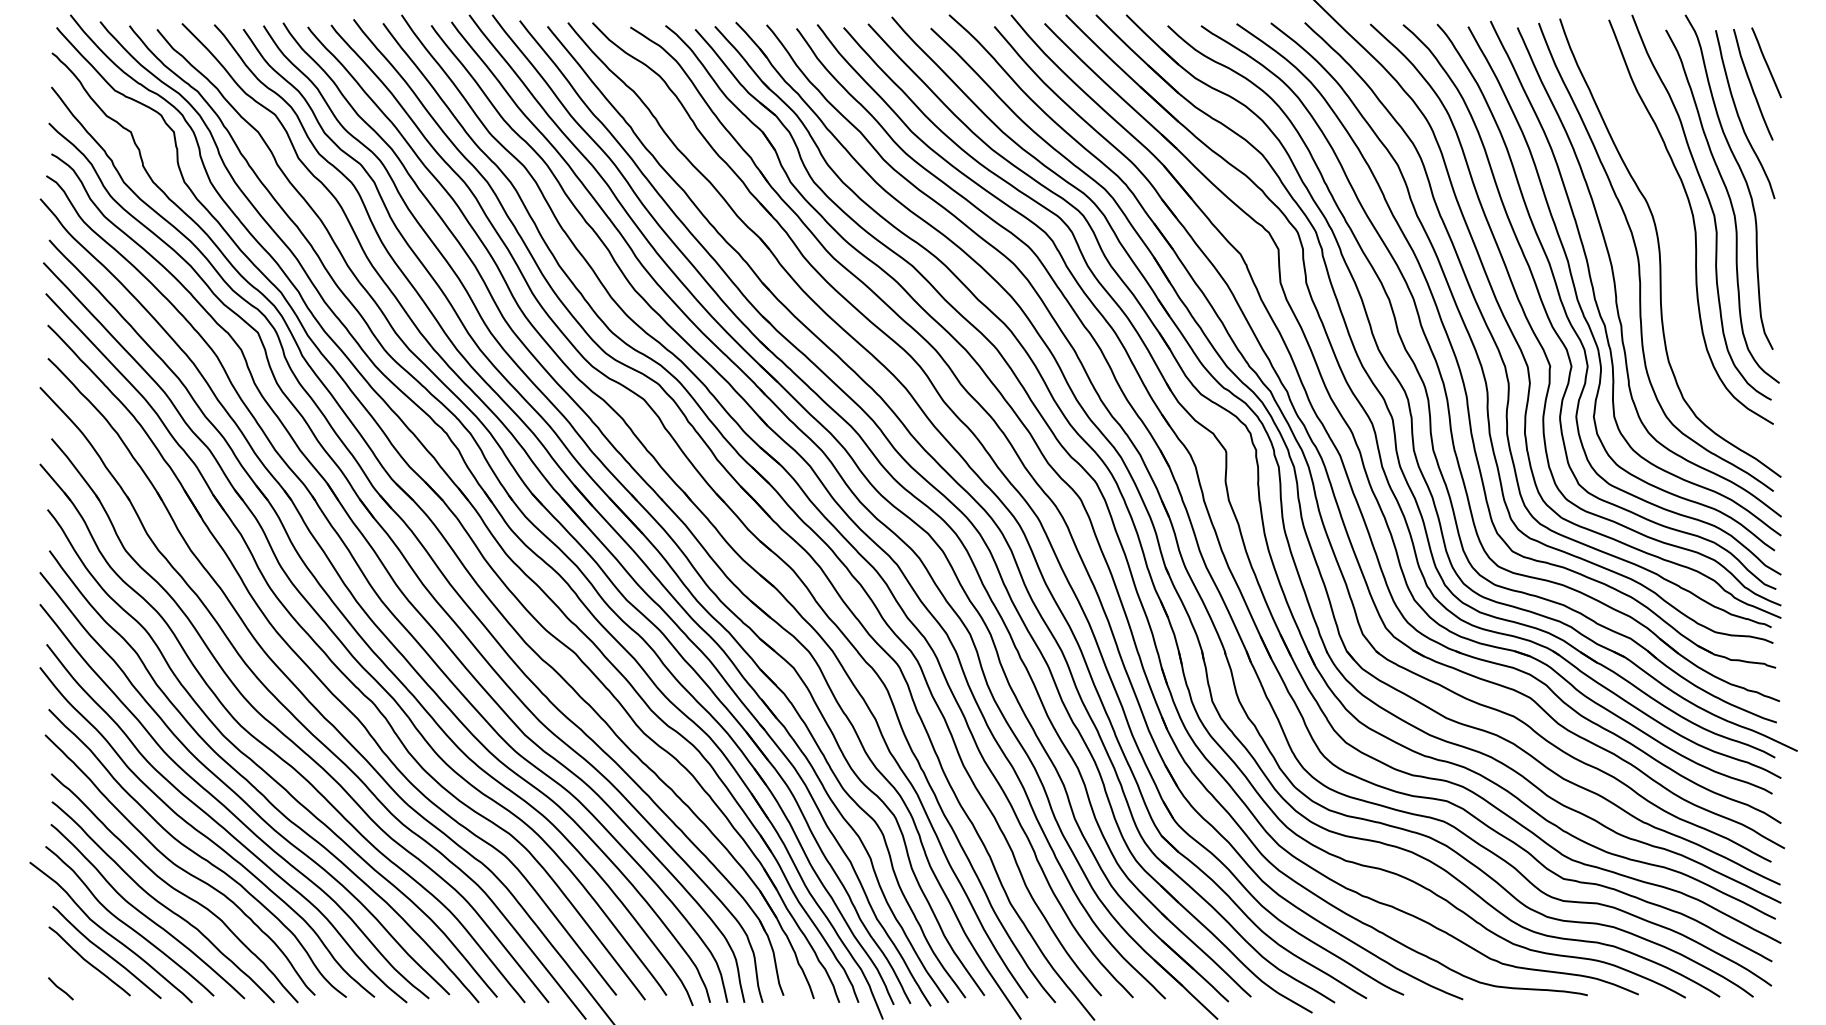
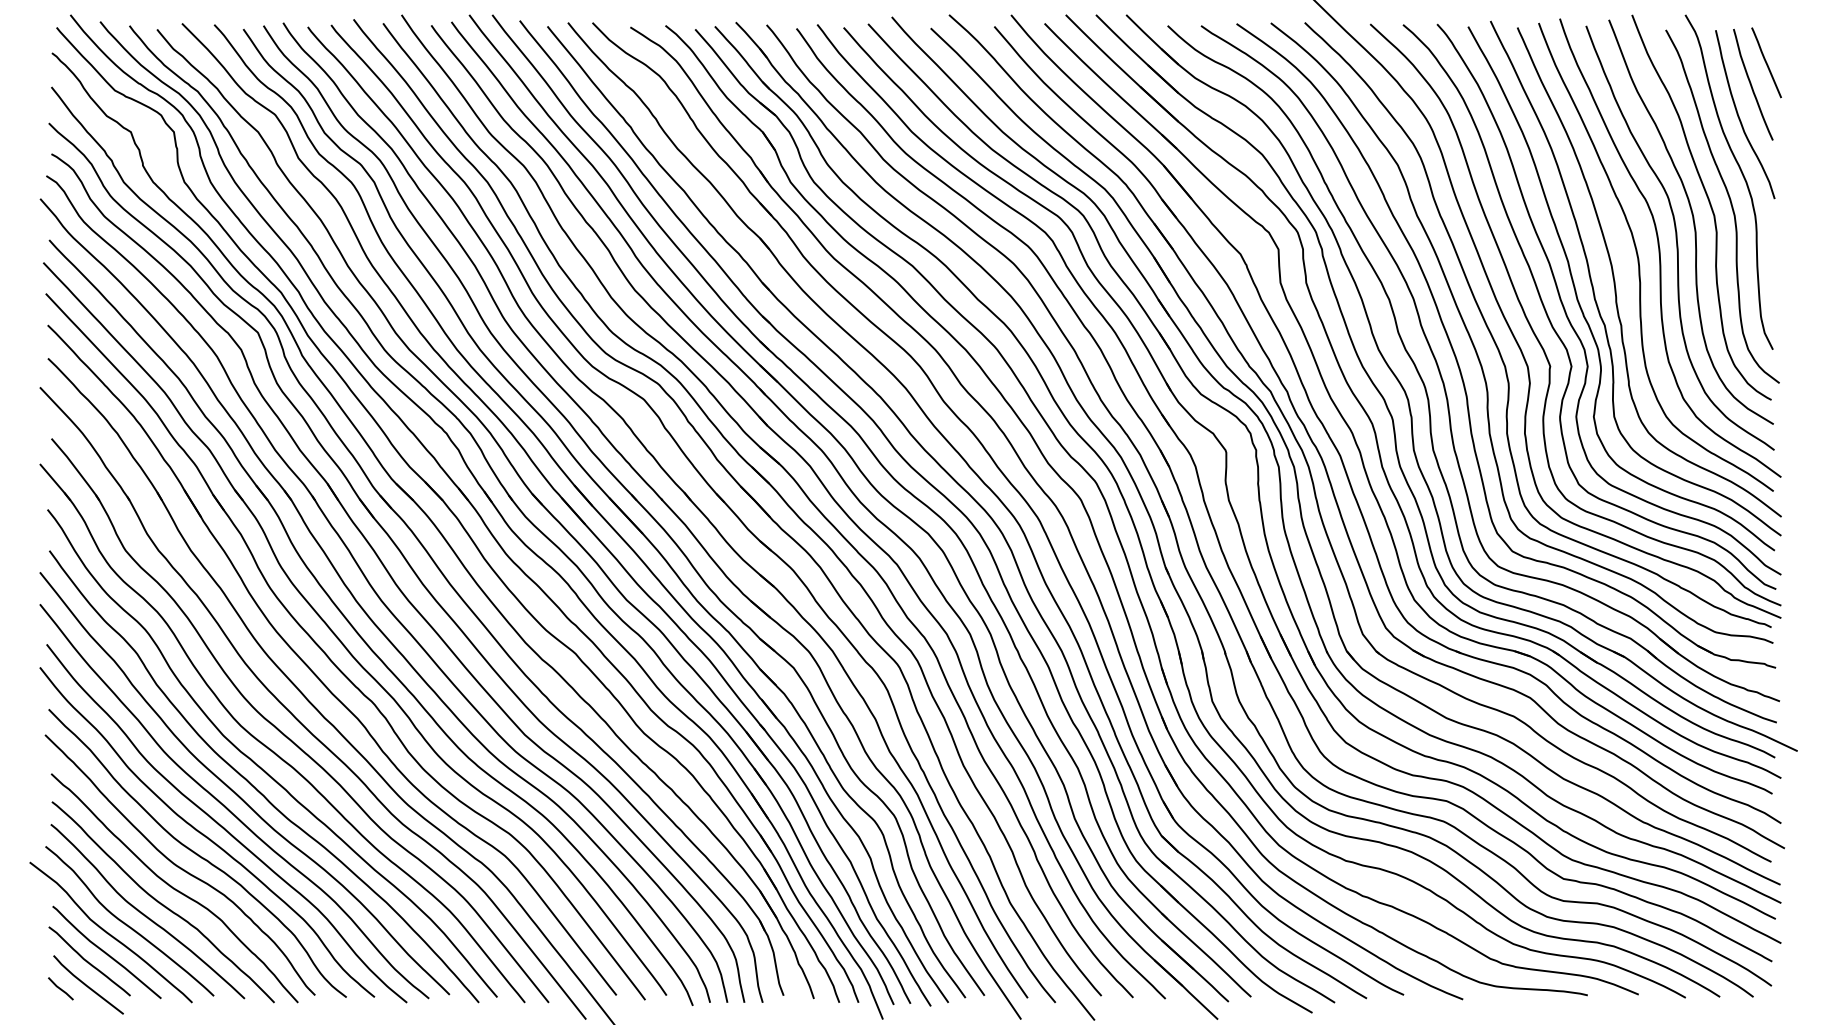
curve at (1677, 237): none -> present
curve at (87, 985): none -> present
